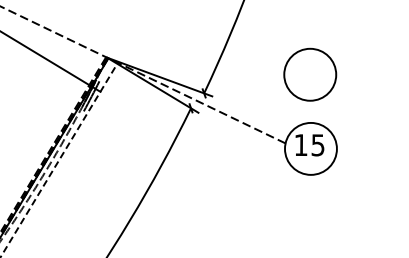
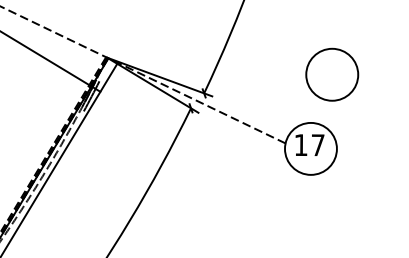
circle at (310, 74) position: (310, 74) -> (332, 74)
text at (317, 145): 15 -> 17
line at (58, 160): dashed -> solid
